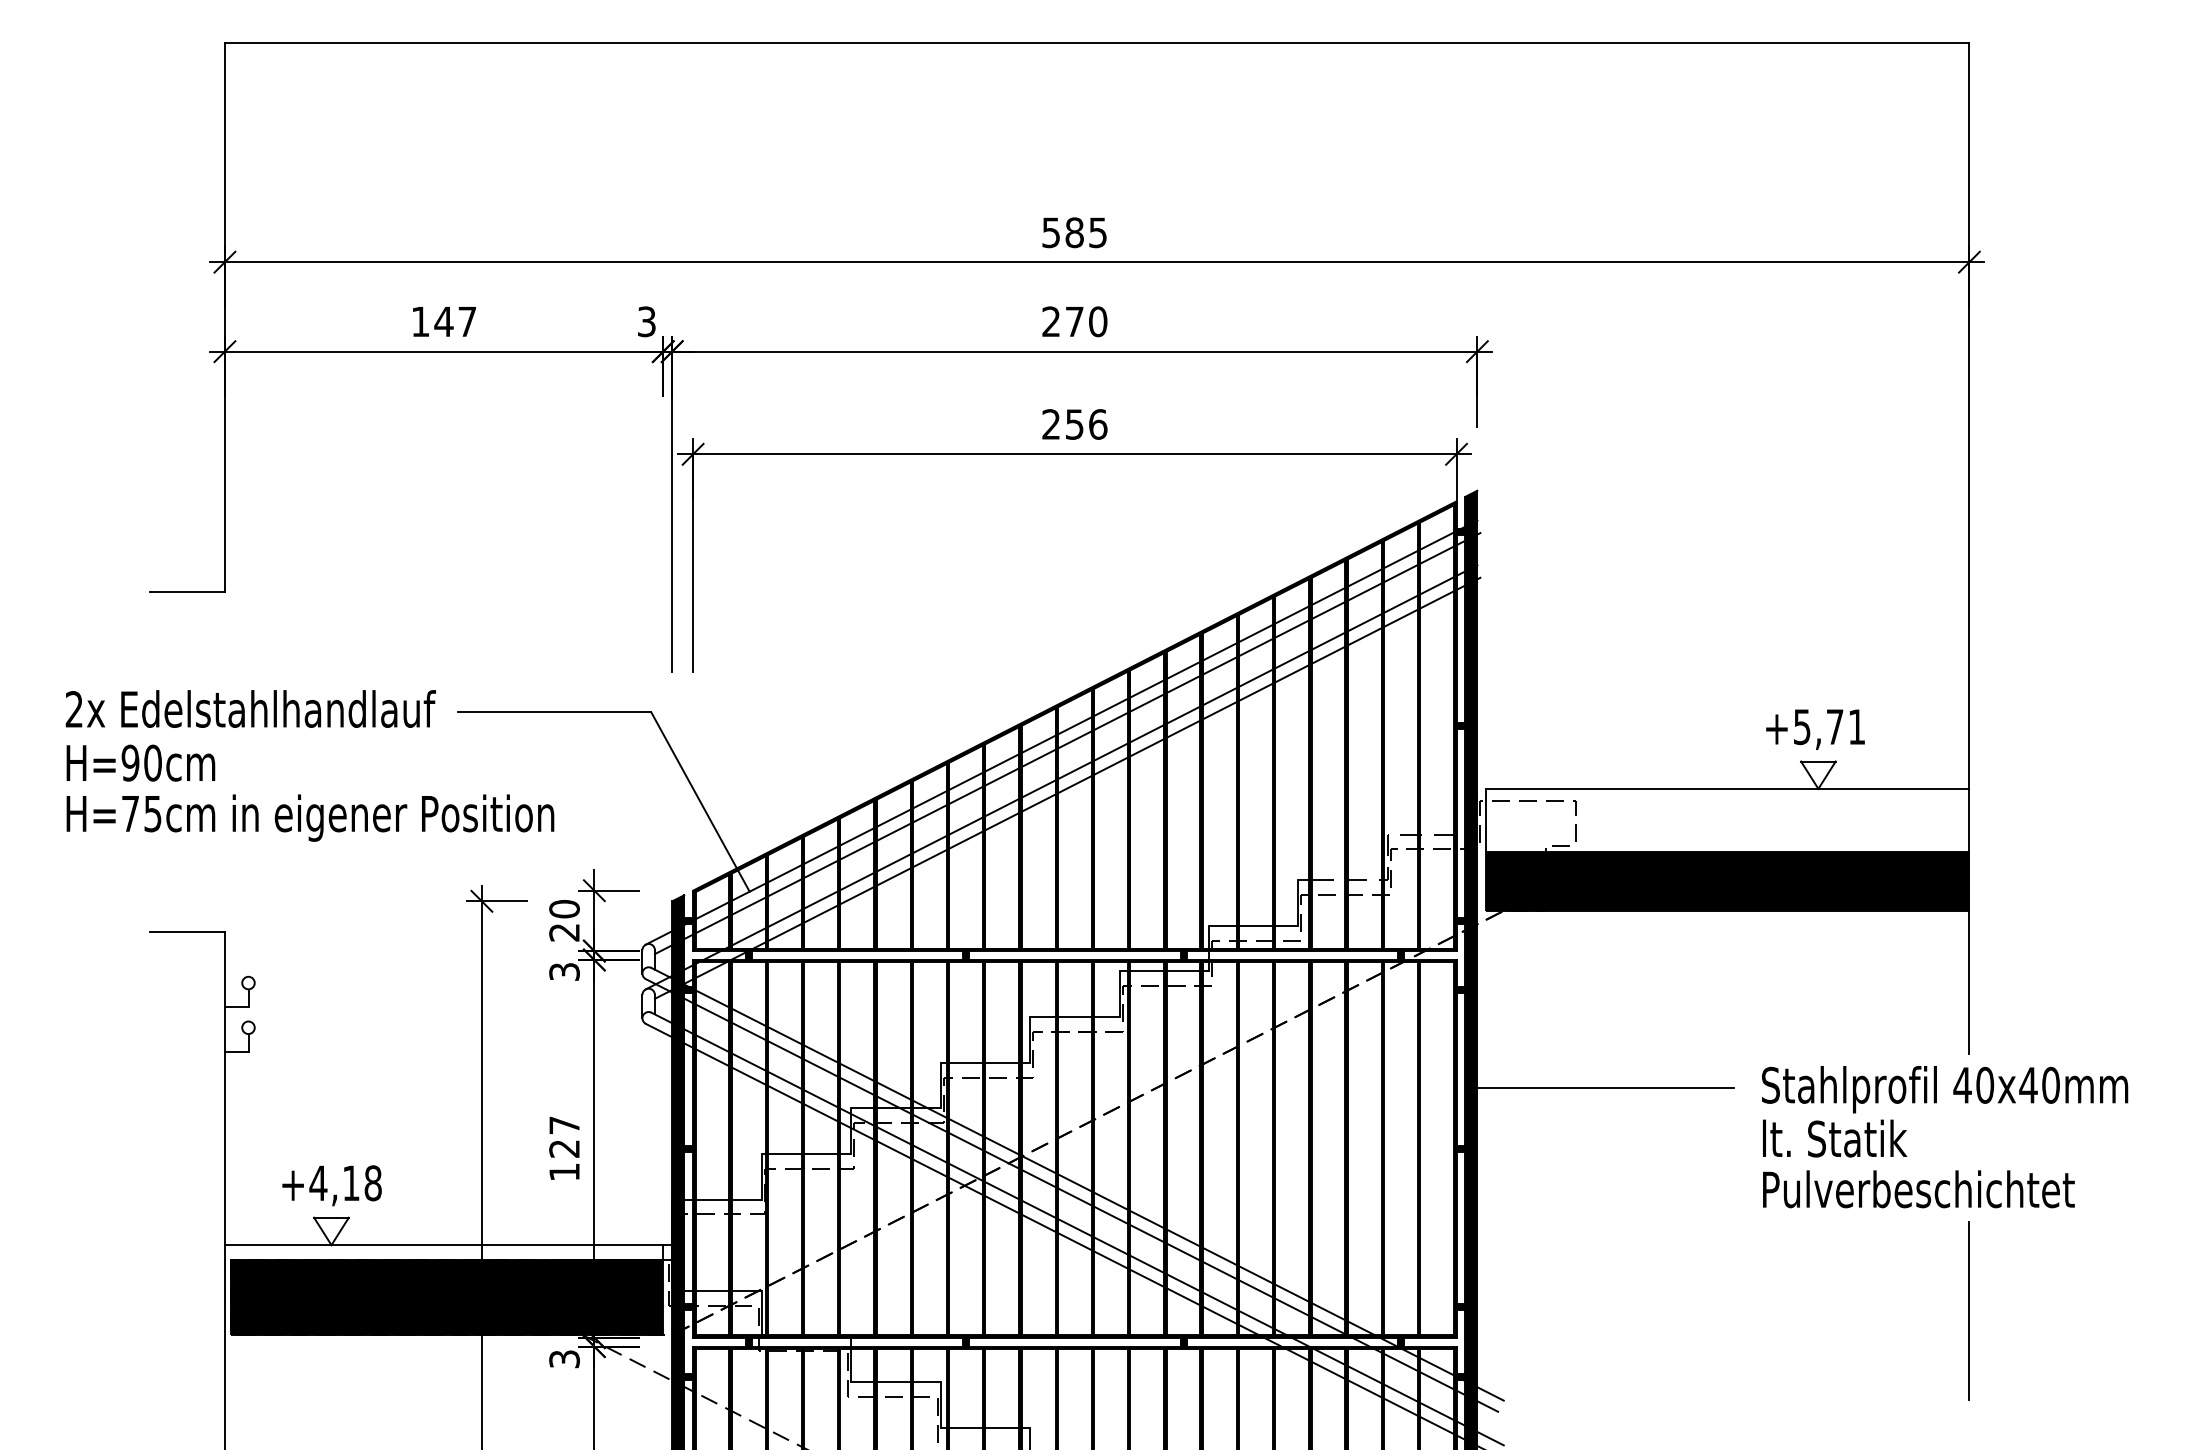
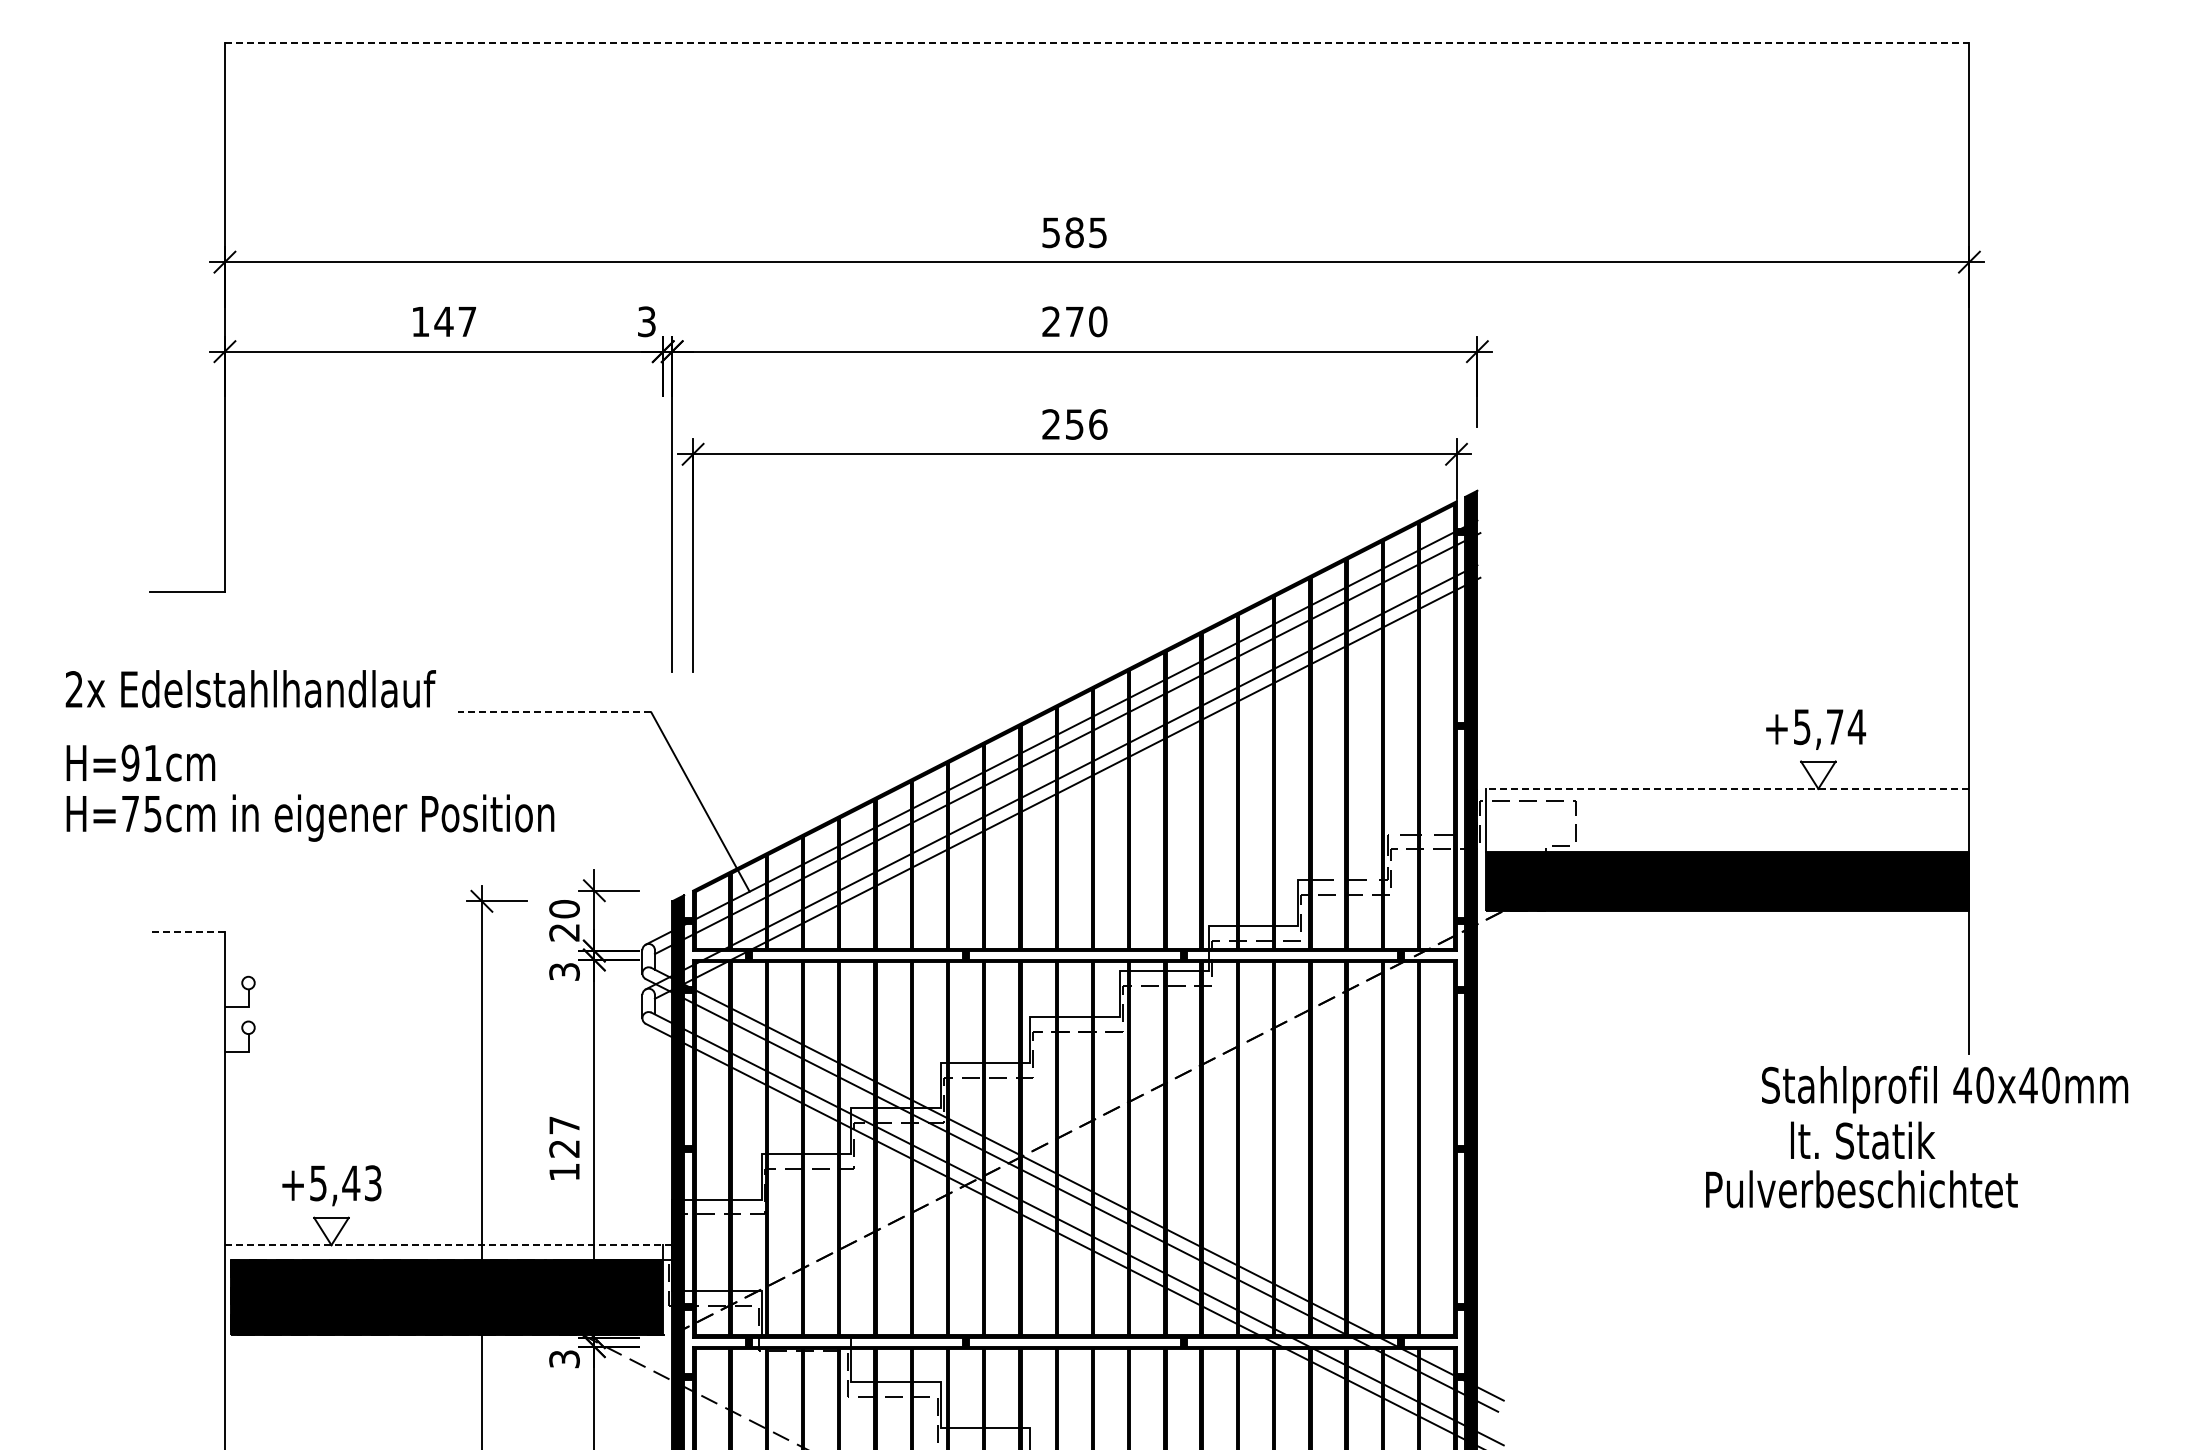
line at (1097, 43): solid -> dashed
text at (250, 708) position: (250, 708) -> (250, 688)
line at (554, 712): solid -> dashed
text at (1856, 726): +5,71 -> +5,74
text at (152, 762): H=90cm -> H=91cm
line at (1727, 788): solid -> dashed
line at (187, 932): solid -> dashed
line at (1605, 1088): present -> none
text at (1835, 1138) position: (1835, 1138) -> (1863, 1140)
text at (345, 1183): +4,18 -> +5,43
text at (1918, 1189) position: (1918, 1189) -> (1861, 1189)
line at (448, 1245): solid -> dashed
line at (1969, 1311): present -> none
